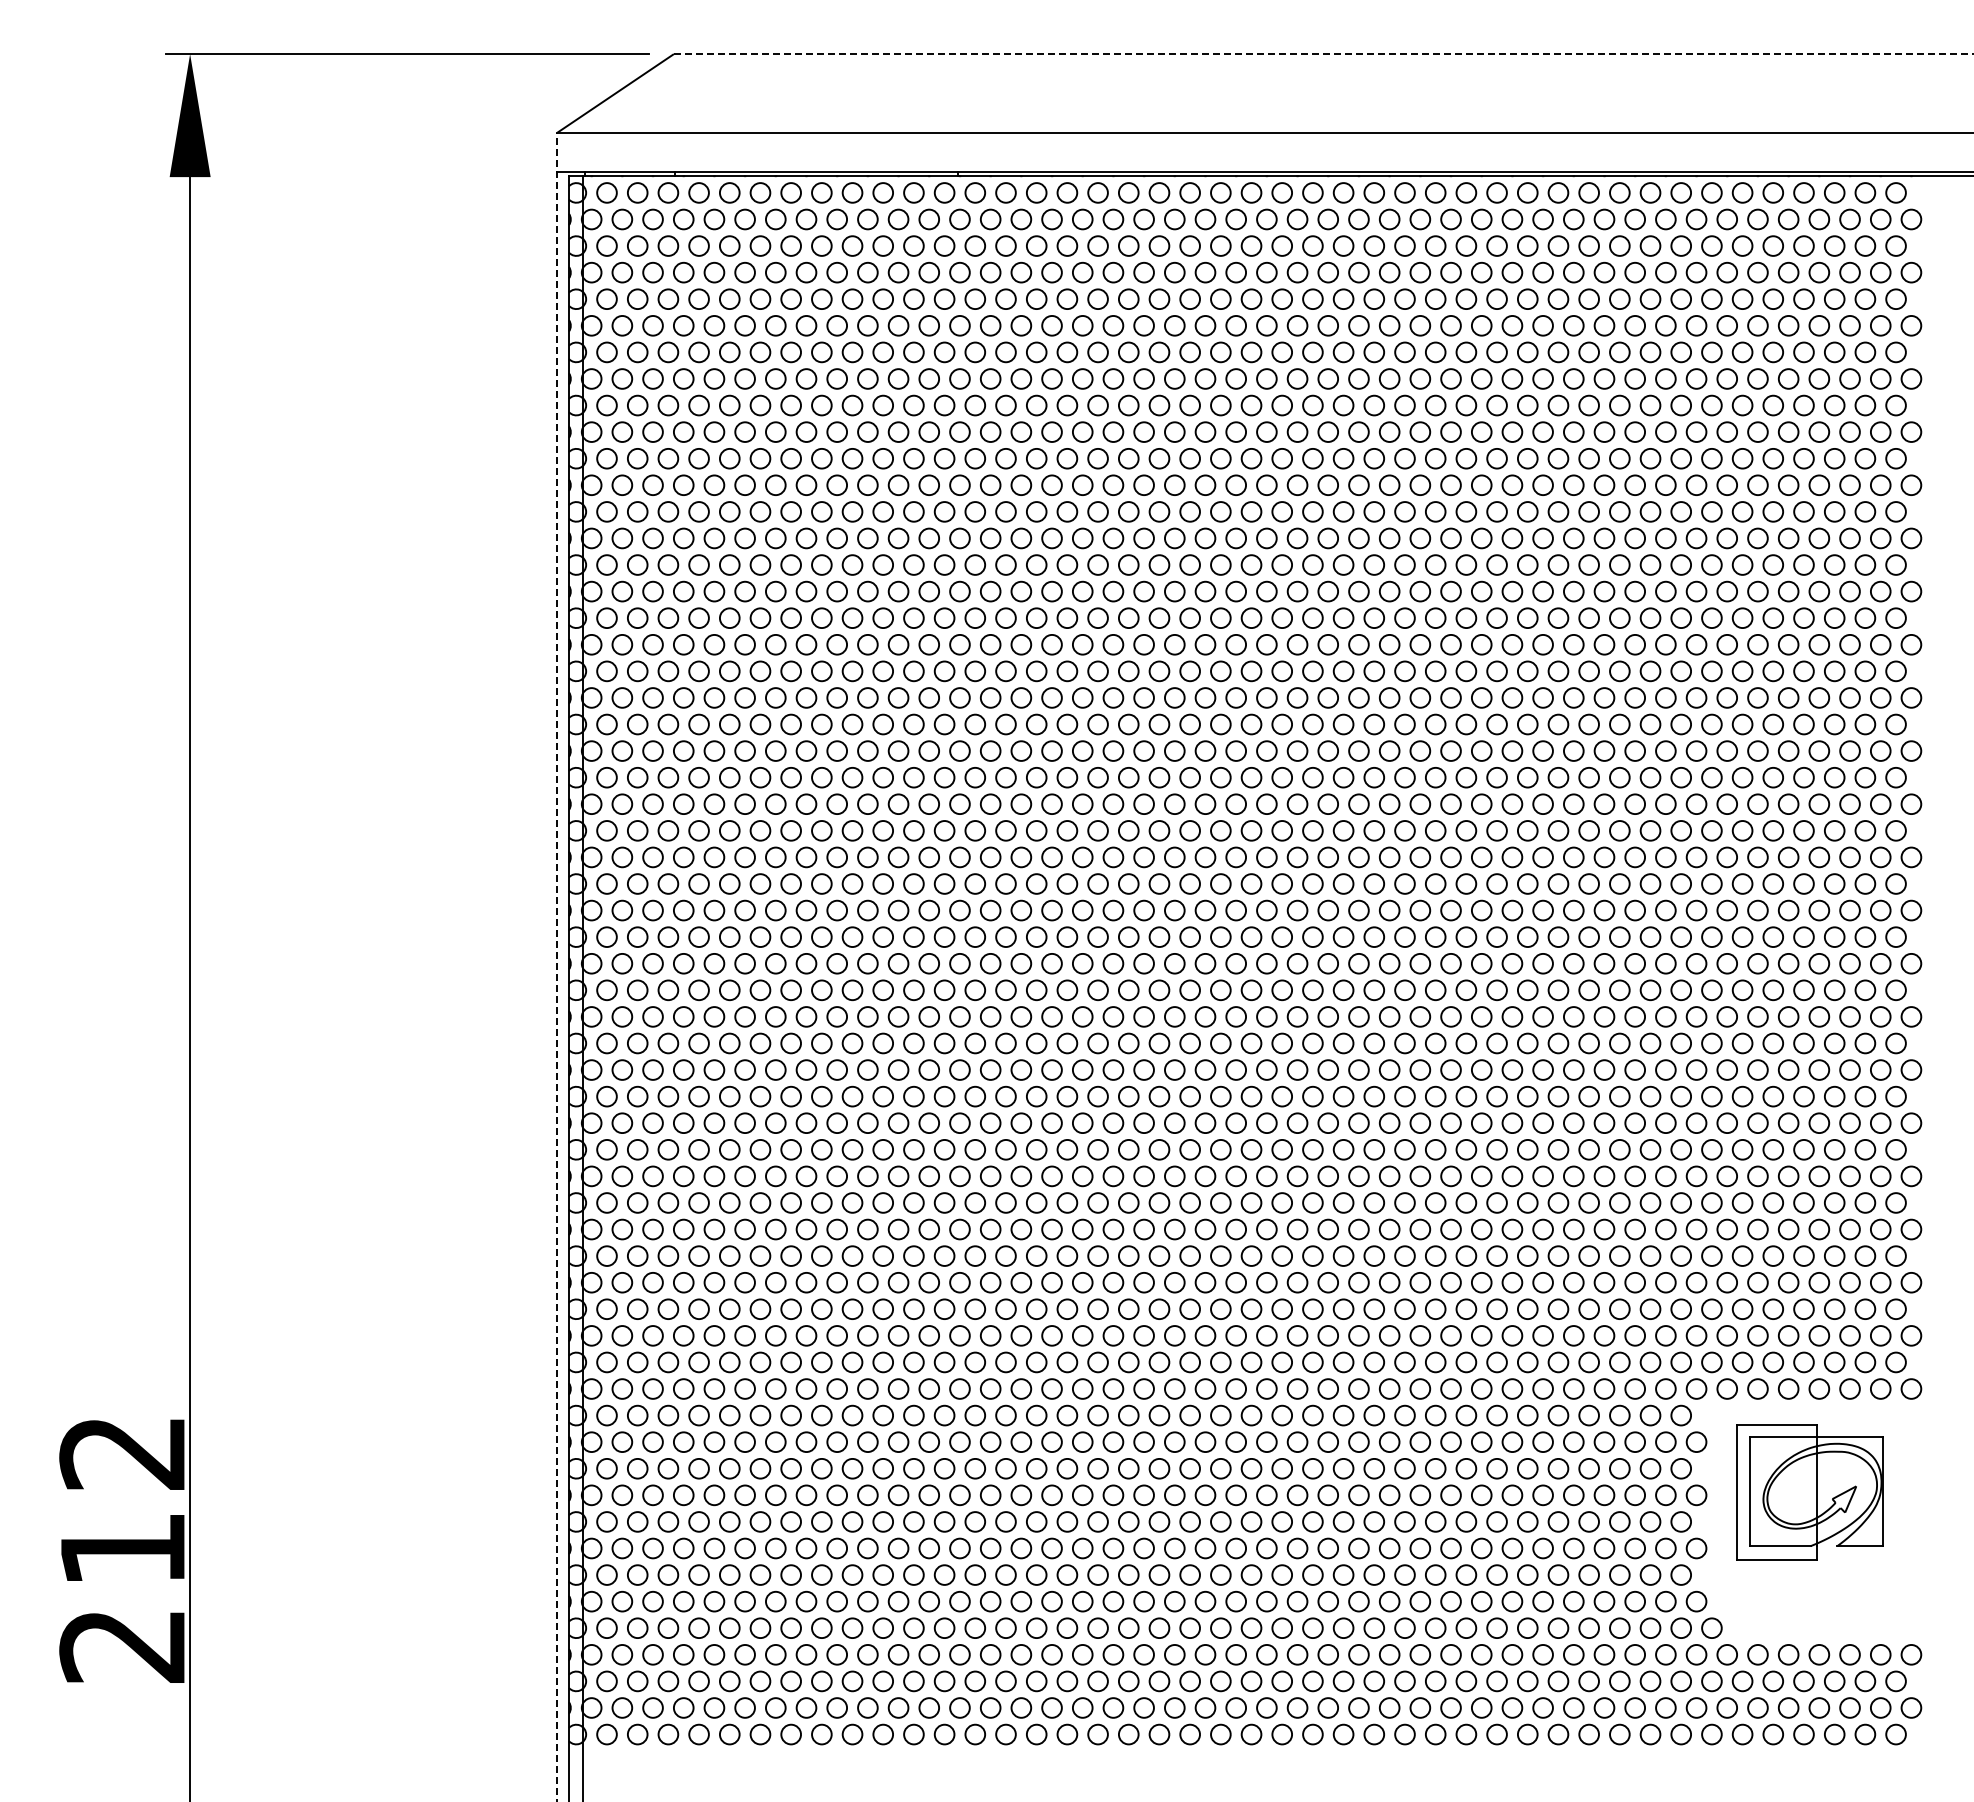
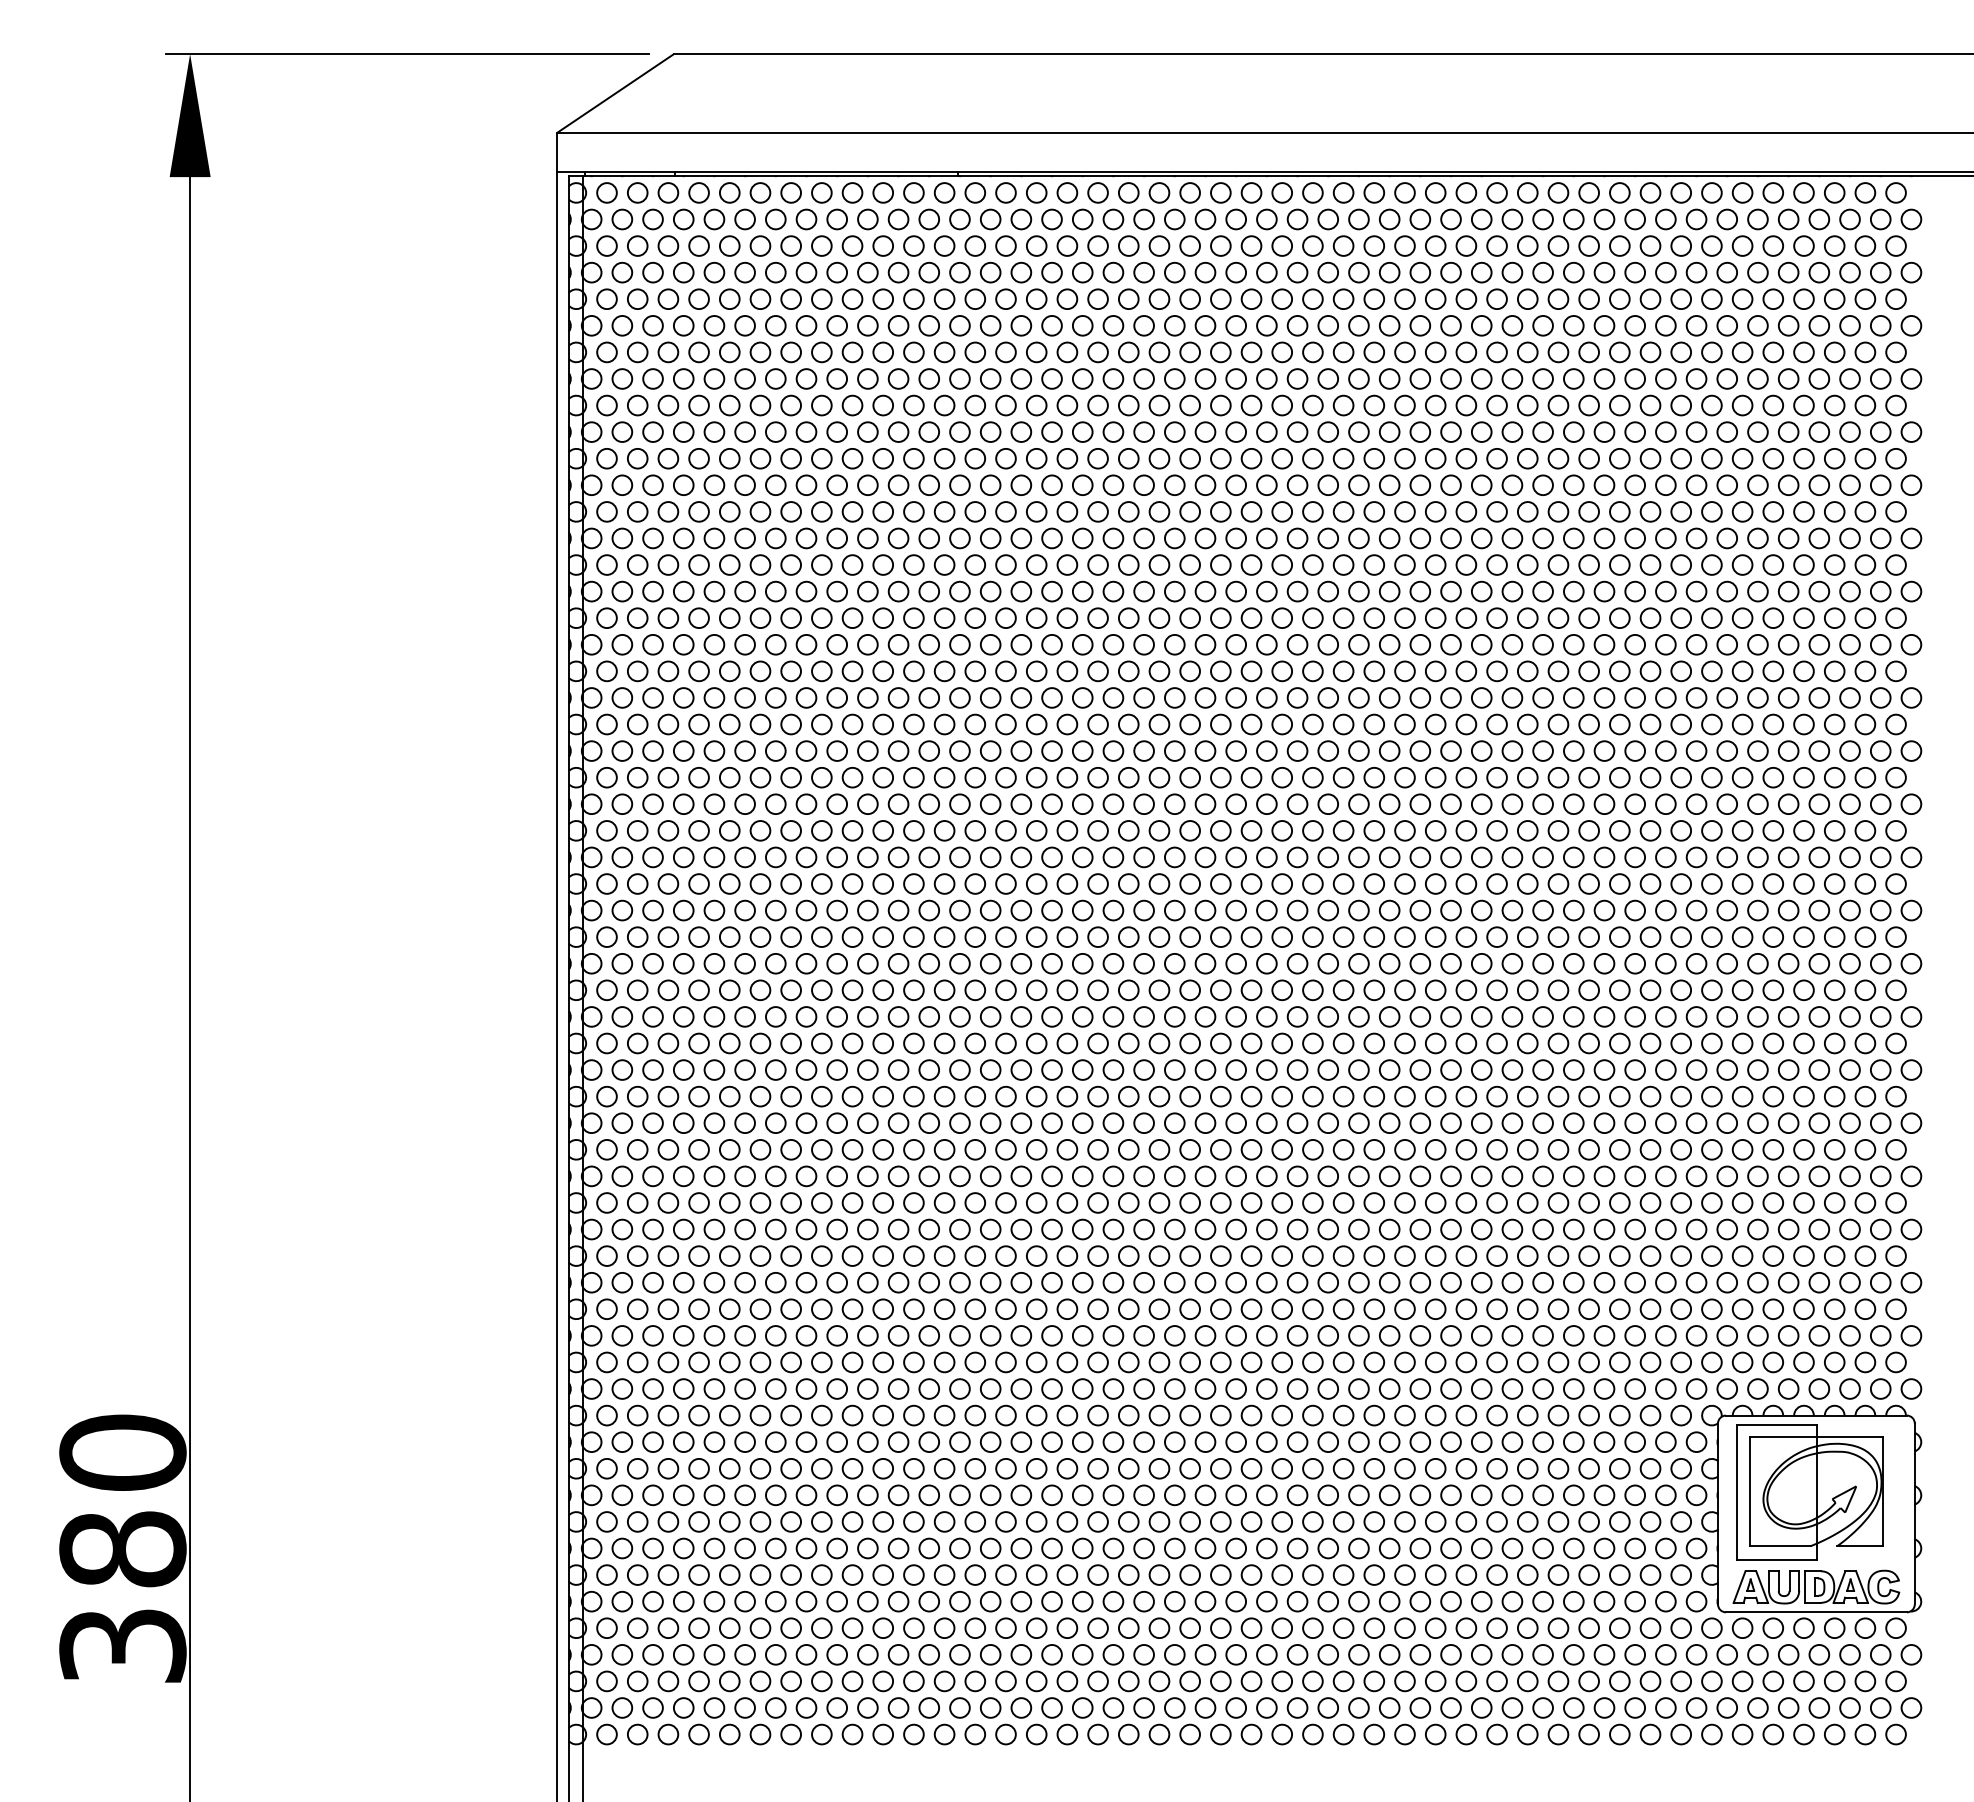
line at (1323, 54): dashed -> solid
line at (557, 966): dashed -> solid
part at (1811, 1521): none -> present
text at (122, 1548): 212 -> 380
